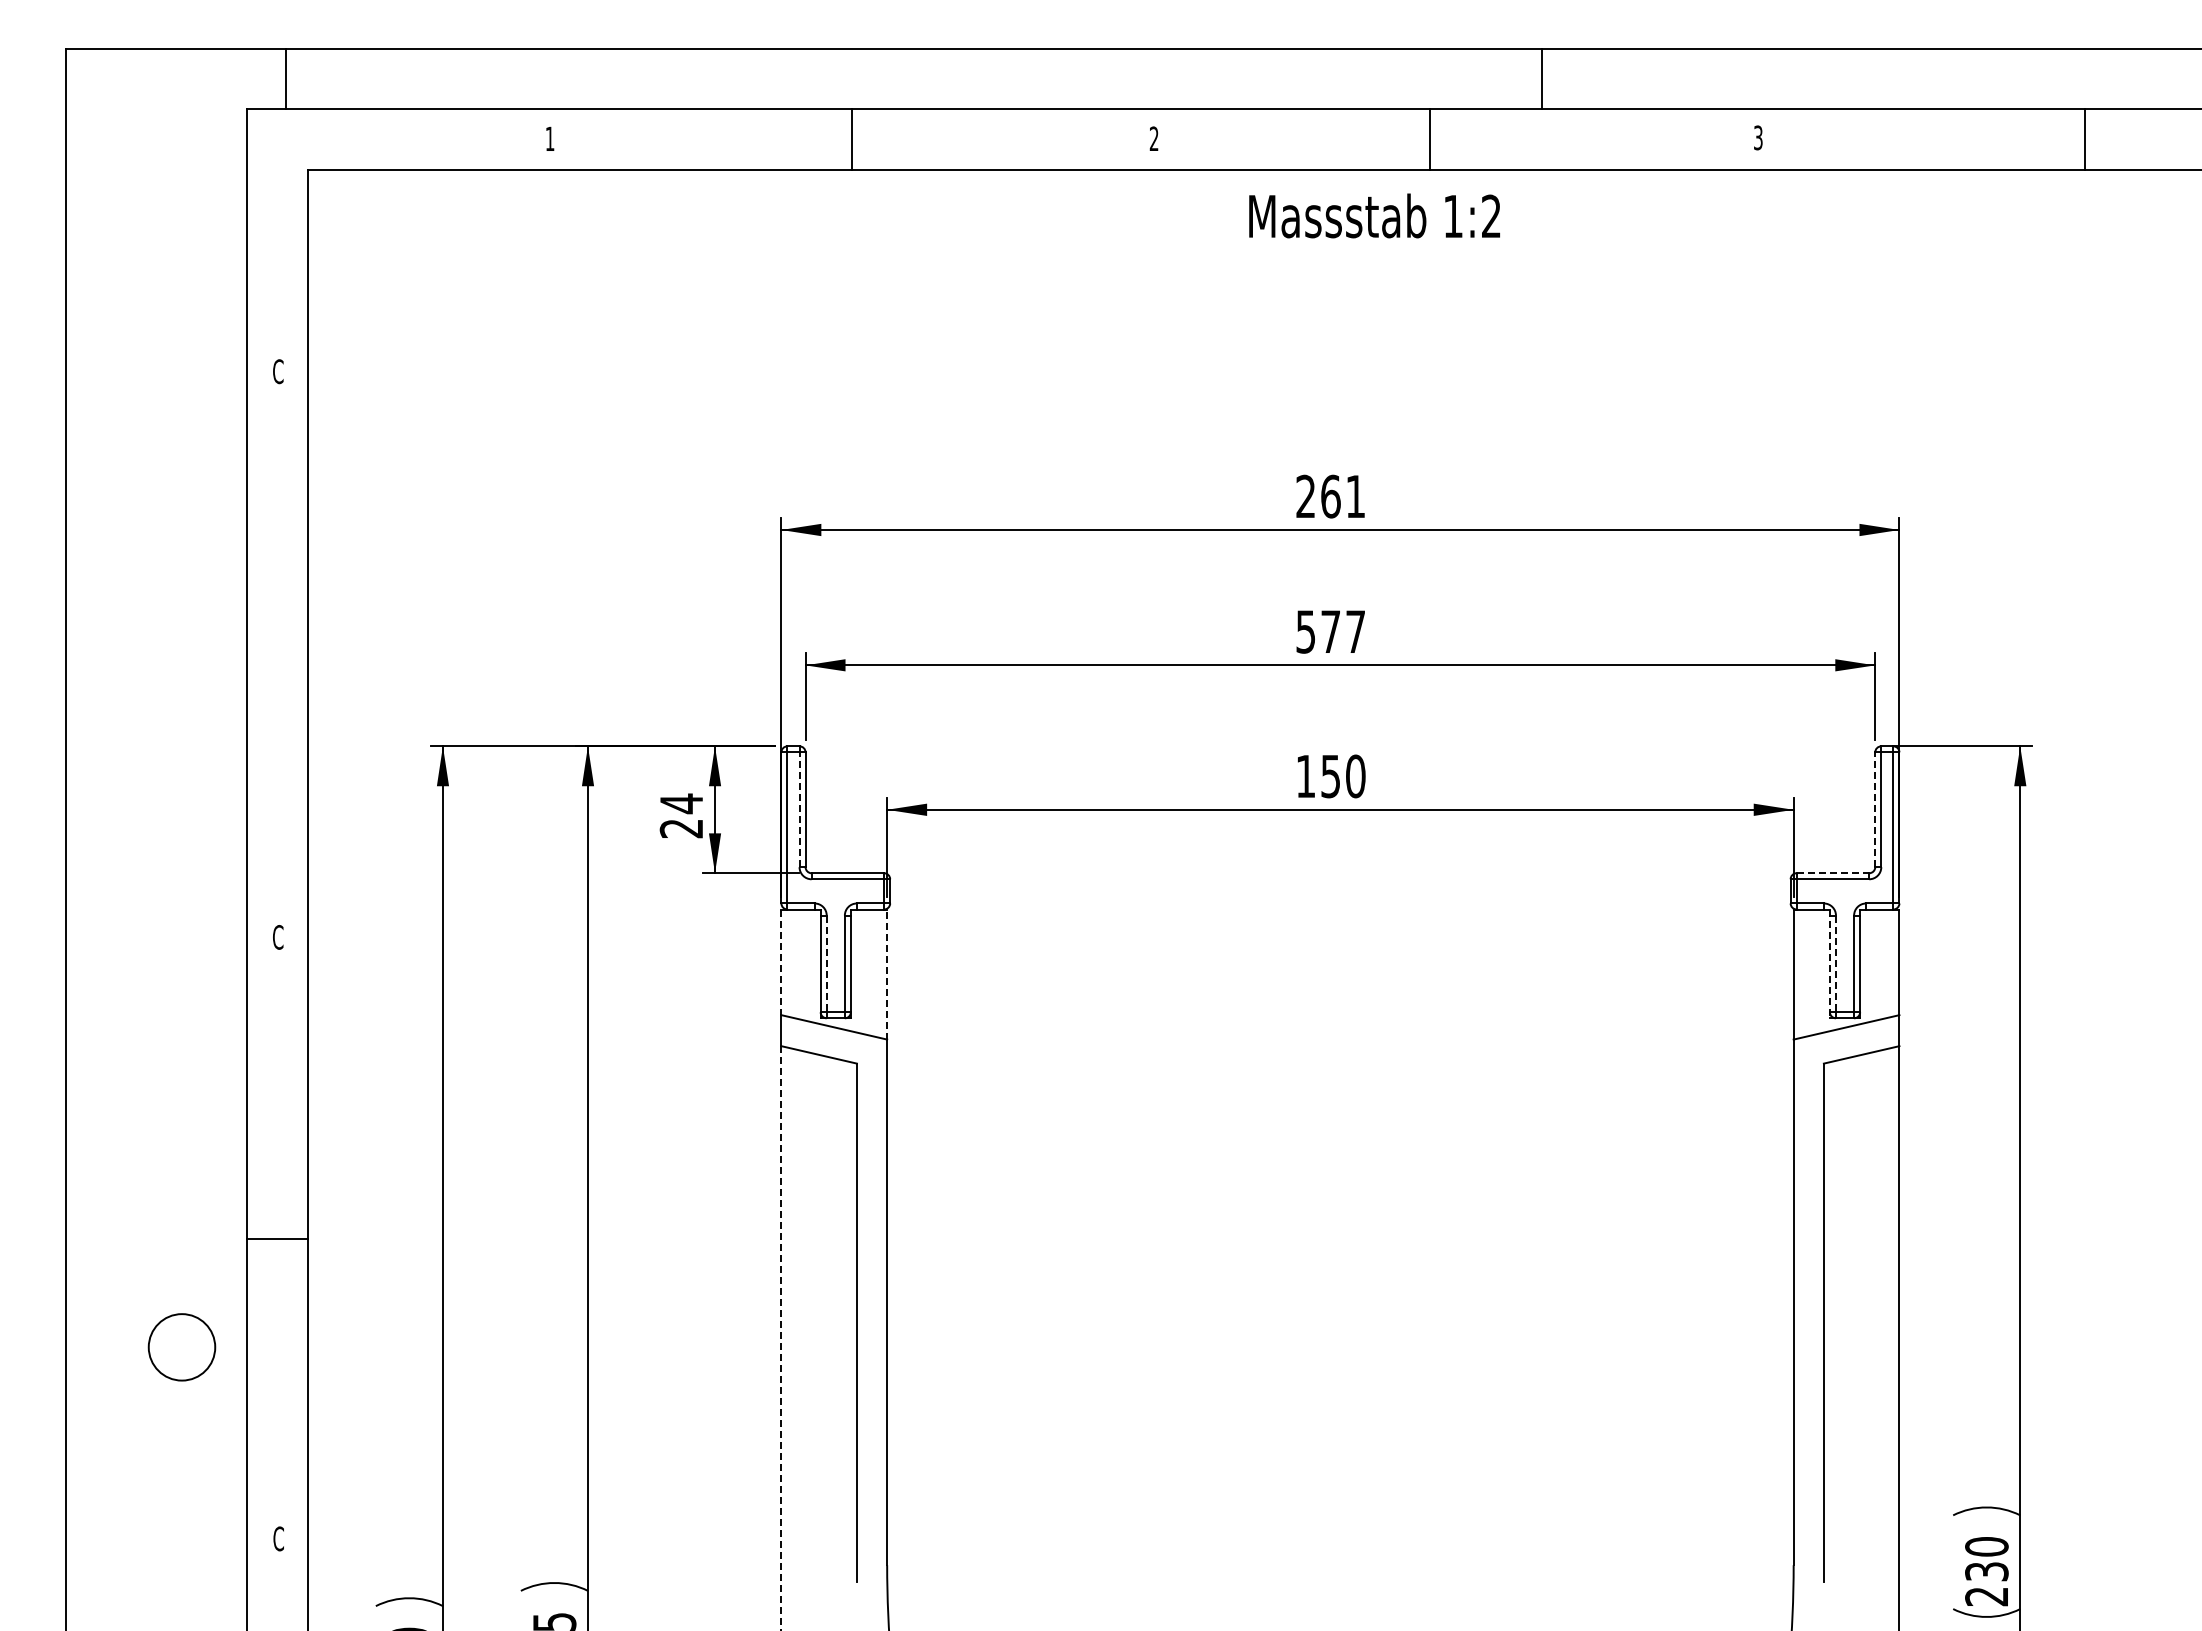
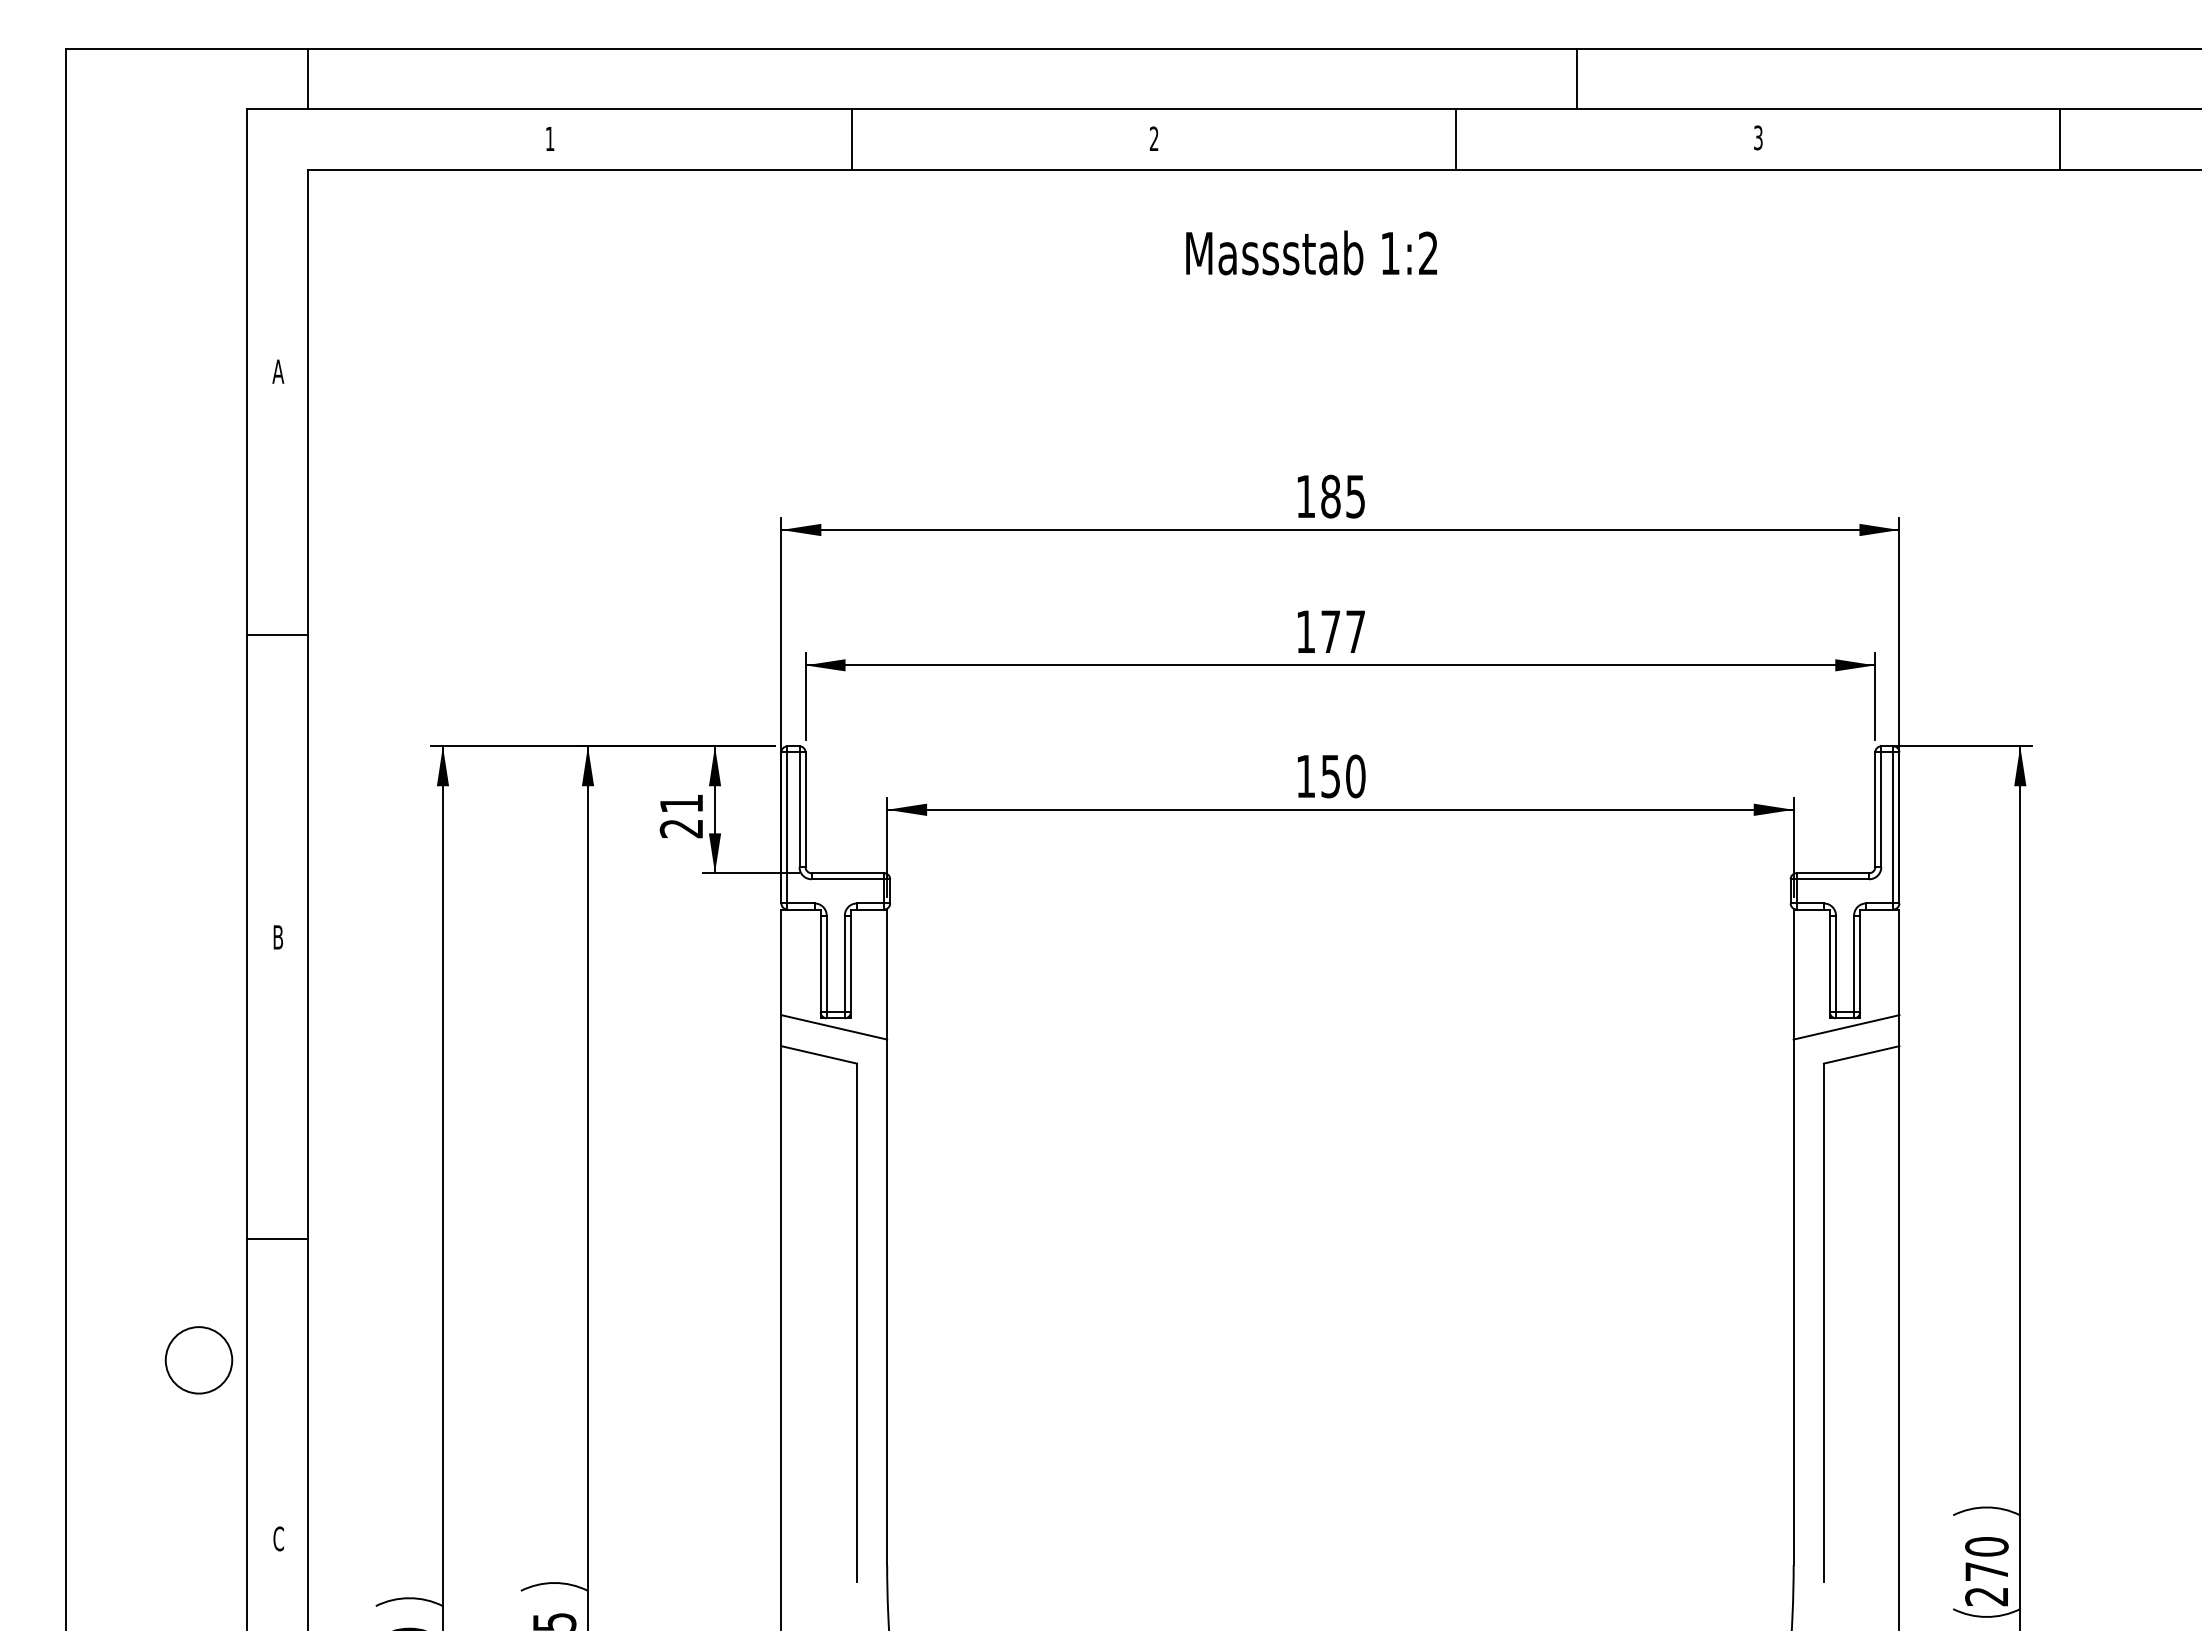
line at (285, 78) position: (285, 78) -> (307, 78)
line at (1541, 78) position: (1541, 78) -> (1576, 78)
line at (1430, 139) position: (1430, 139) -> (1456, 139)
line at (2085, 139) position: (2085, 139) -> (2060, 139)
text at (1374, 215) position: (1374, 215) -> (1311, 252)
text at (278, 371): C -> A
text at (1330, 496): 261 -> 185
text at (1305, 631): 577 -> 177
line at (277, 635): none -> present
text at (681, 803): 24 -> 21
line at (799, 809): dashed -> solid
line at (1875, 809): dashed -> solid
line at (1833, 873): dashed -> solid
text at (278, 937): C -> B
line at (781, 962): dashed -> solid
line at (826, 964): dashed -> solid
line at (1829, 964): dashed -> solid
line at (1835, 964): dashed -> solid
line at (887, 974): dashed -> solid
line at (781, 1338): dashed -> solid
circle at (181, 1347) position: (181, 1347) -> (198, 1360)
text at (1986, 1571): 230 -> 270
